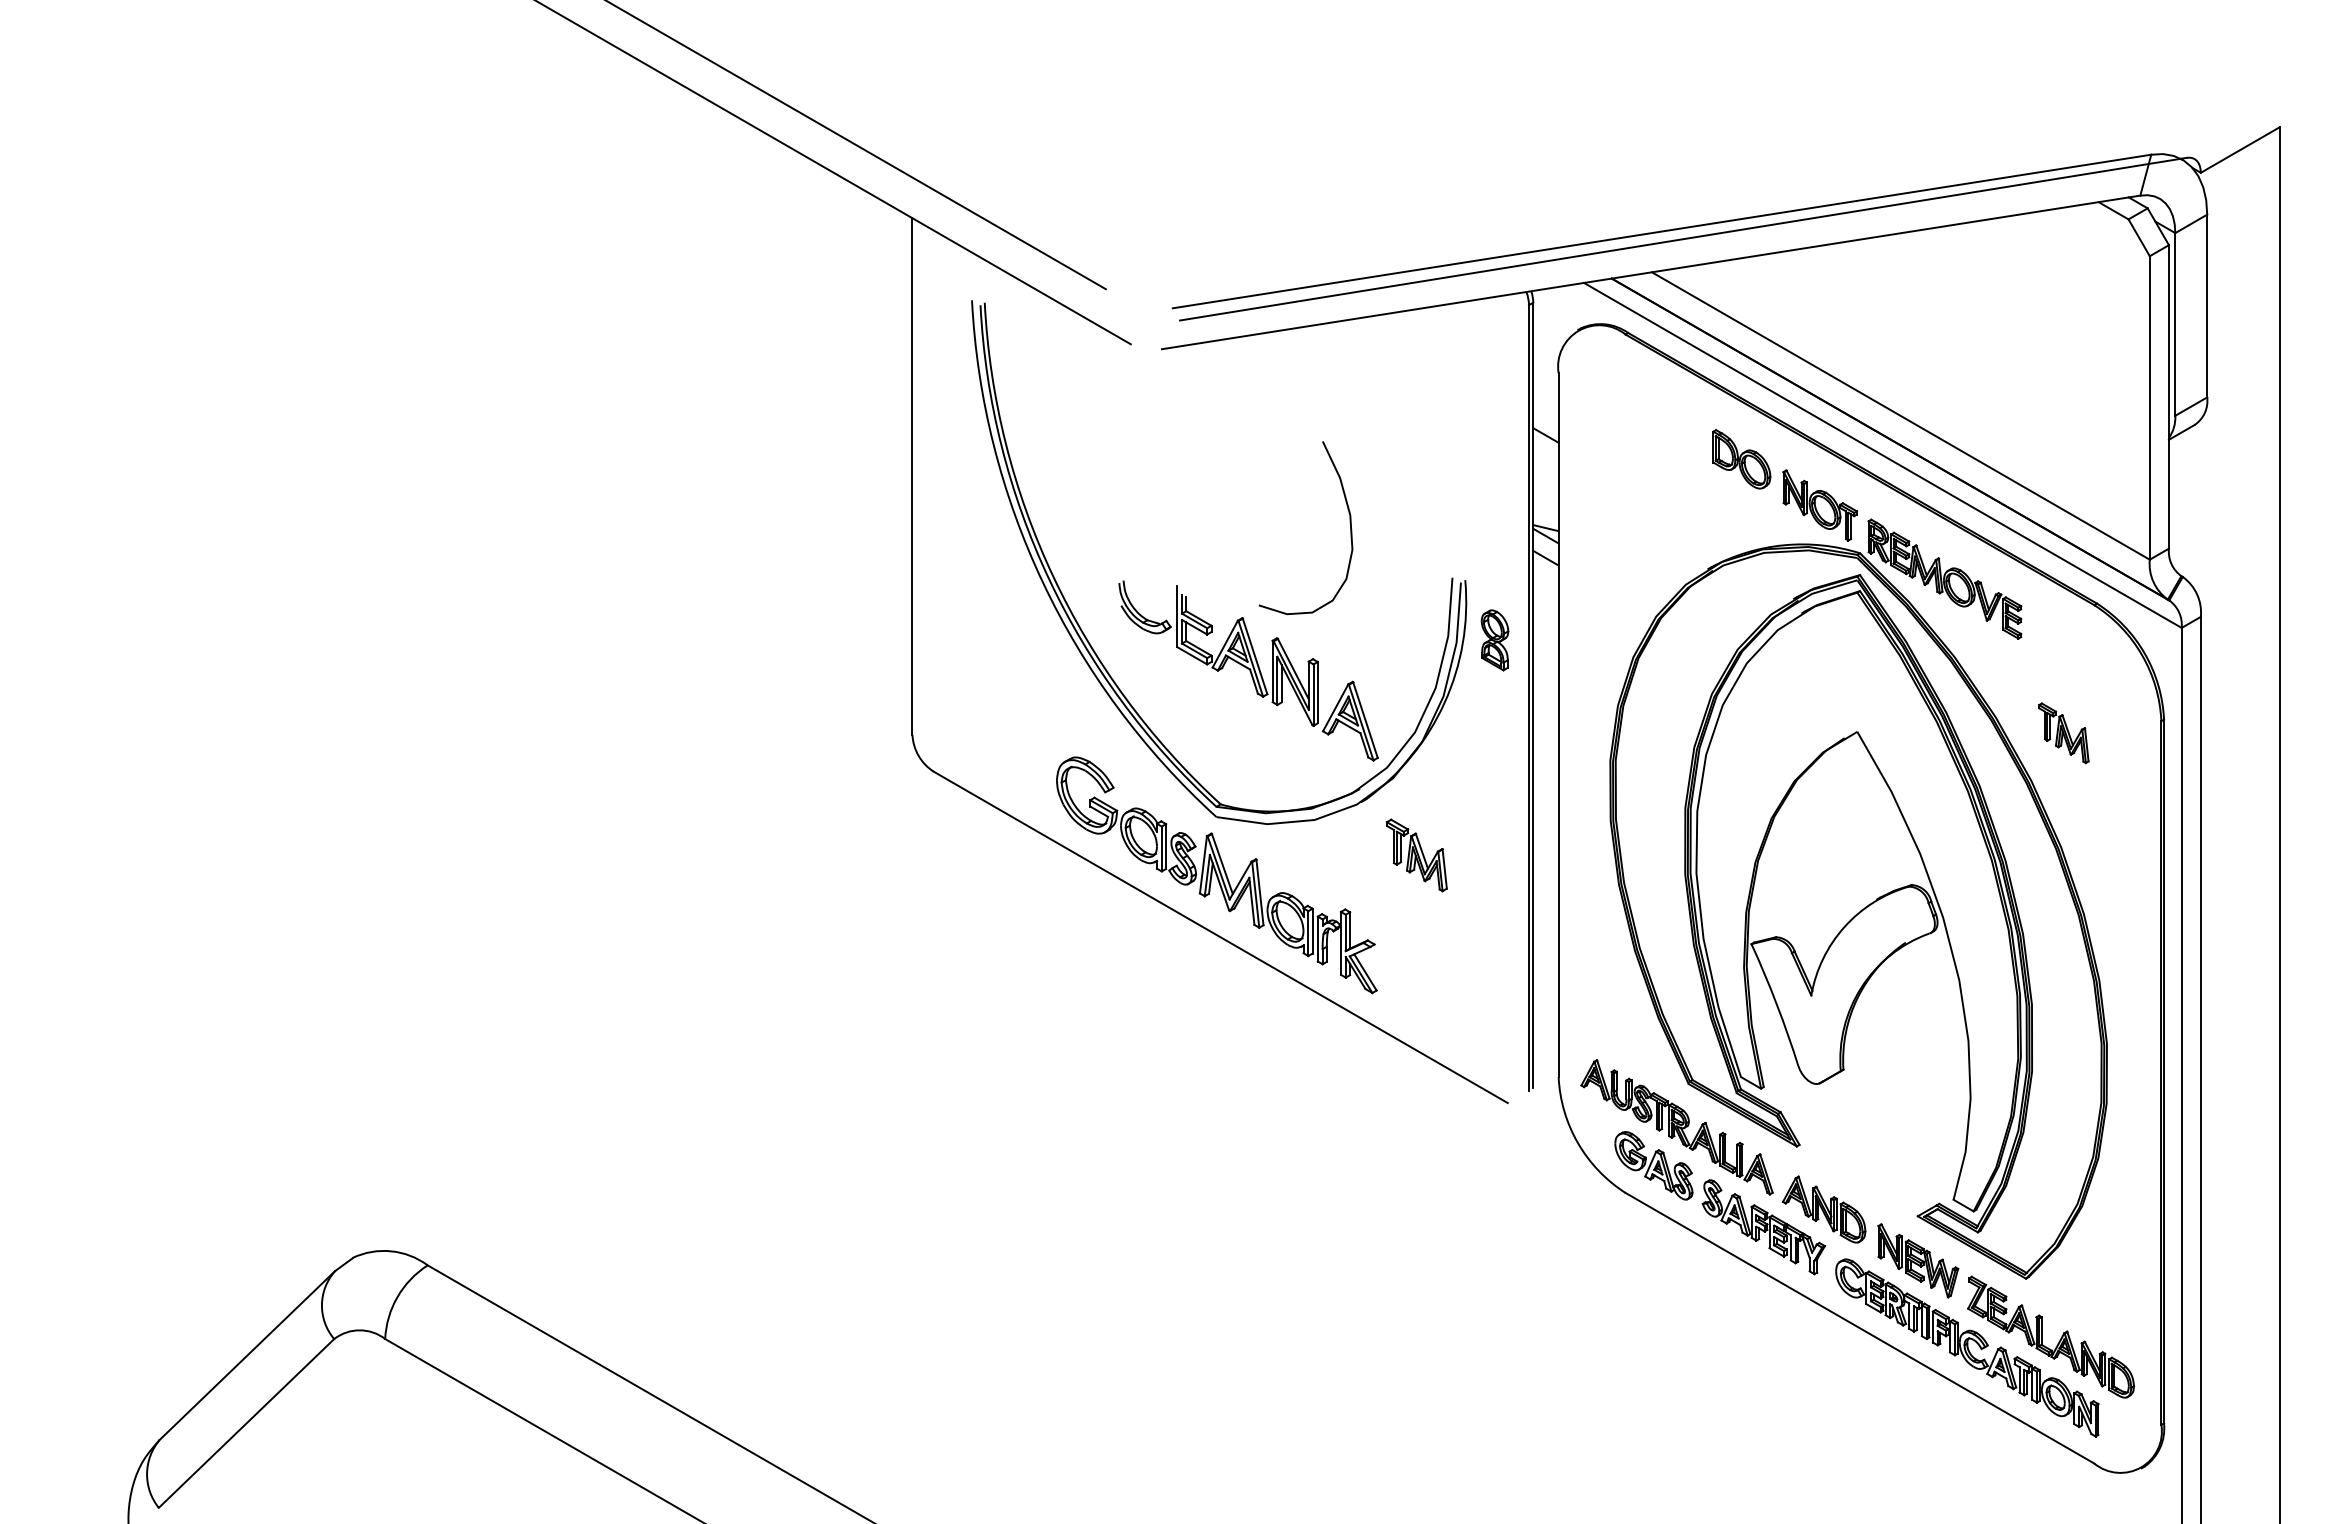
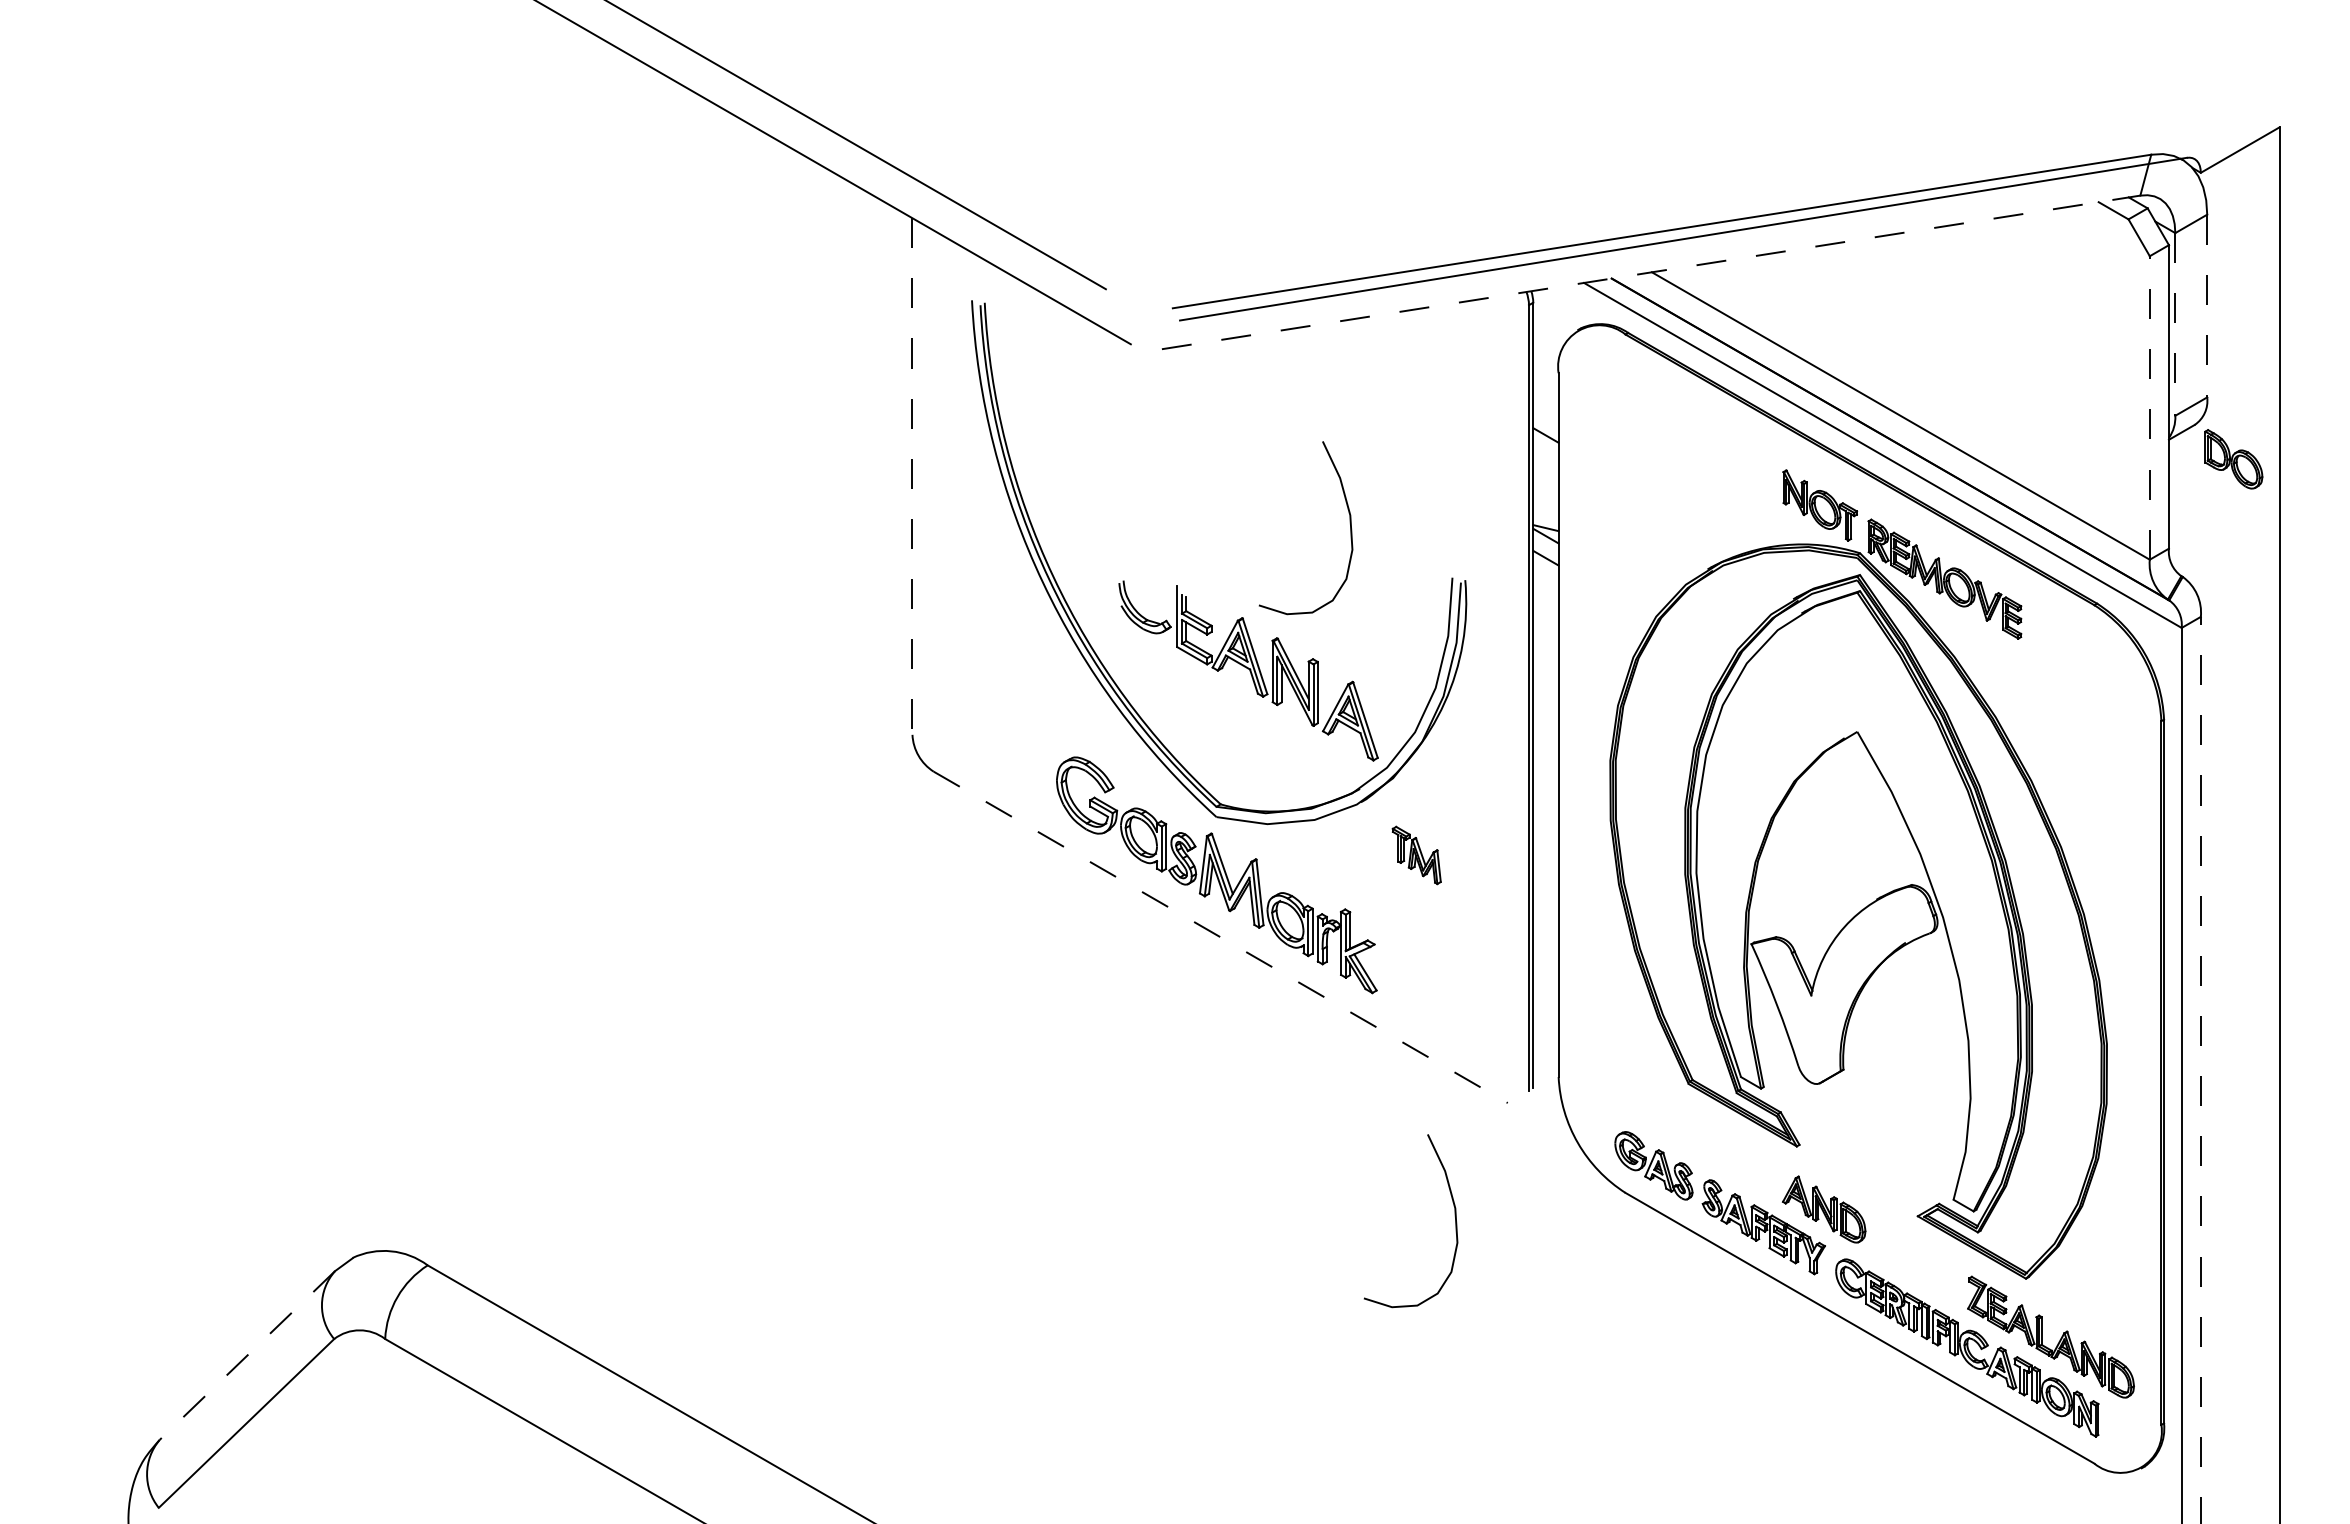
line at (1651, 272): solid -> dashed
line at (2207, 306): solid -> dashed
line at (2175, 324): solid -> dashed
line at (2149, 407): solid -> dashed
part at (1741, 459) position: (1741, 459) -> (2233, 459)
line at (912, 477): solid -> dashed
part at (1494, 640): present -> none
part at (2063, 733): present -> none
part at (1416, 855) size: 63x75 px -> 51x61 px
line at (1221, 937): solid -> dashed
line at (2200, 1069): solid -> dashed
part at (1676, 1127): present -> none
curve at (1454, 1216): none -> present
part at (1918, 1260): present -> none
line at (247, 1355): solid -> dashed
